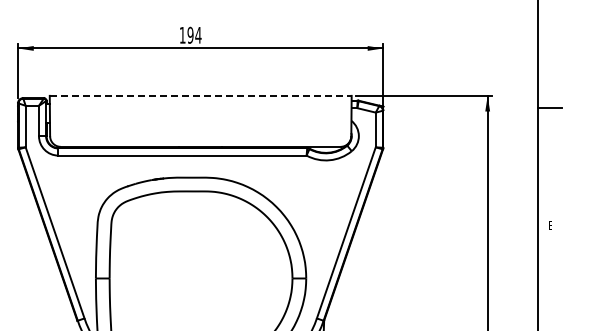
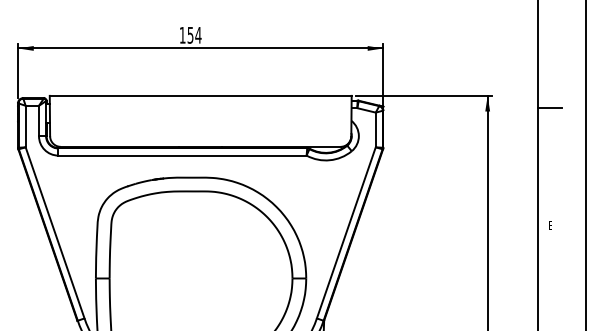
text at (190, 34): 194 -> 154
line at (200, 95): dashed -> solid
line at (585, 164): none -> present
